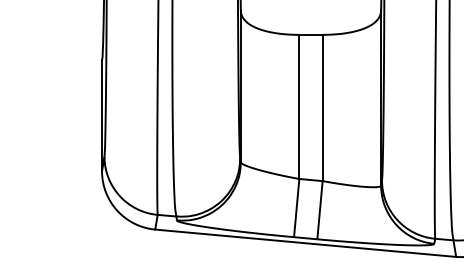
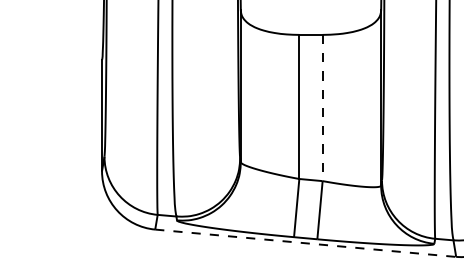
line at (322, 108): solid -> dashed
line at (306, 243): solid -> dashed
